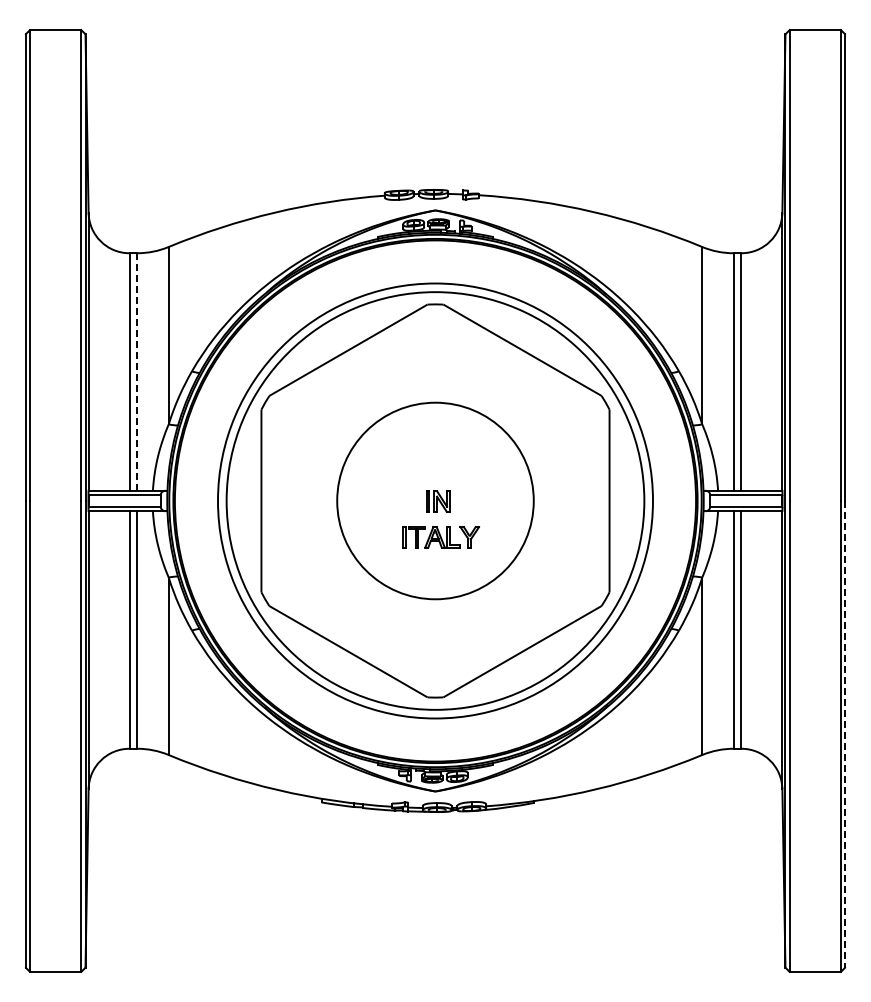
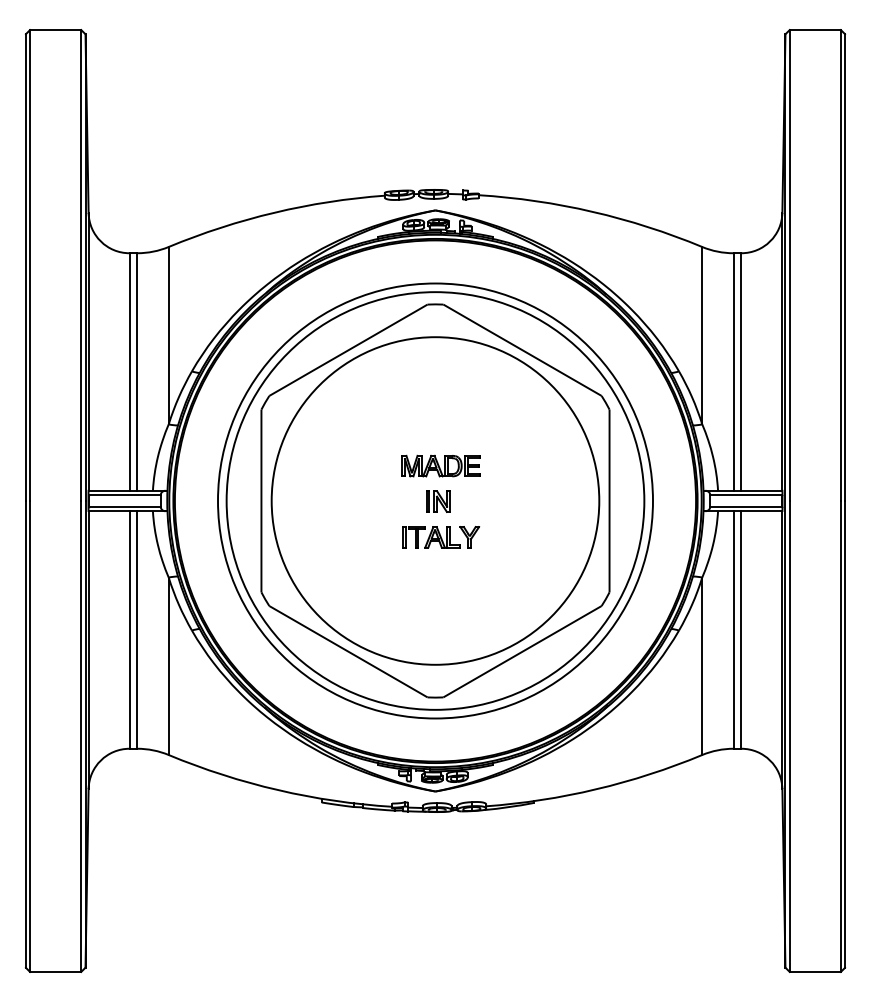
line at (137, 372): dashed -> solid
part at (440, 465): none -> present
circle at (435, 500) diameter: 197 px -> 328 px
line at (845, 734): dashed -> solid
